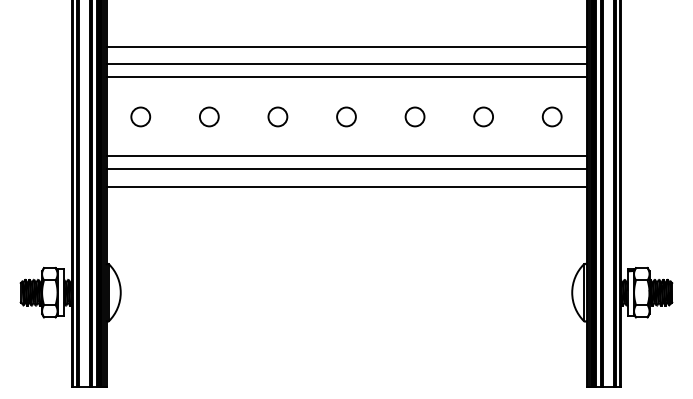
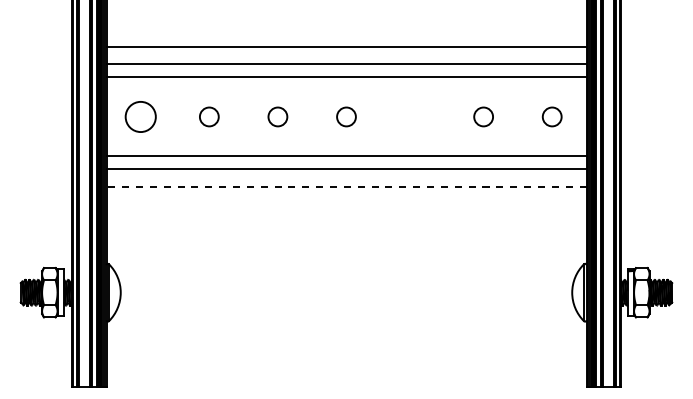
circle at (140, 116) diameter: 19 px -> 30 px
circle at (414, 116): present -> none
line at (346, 186): solid -> dashed
